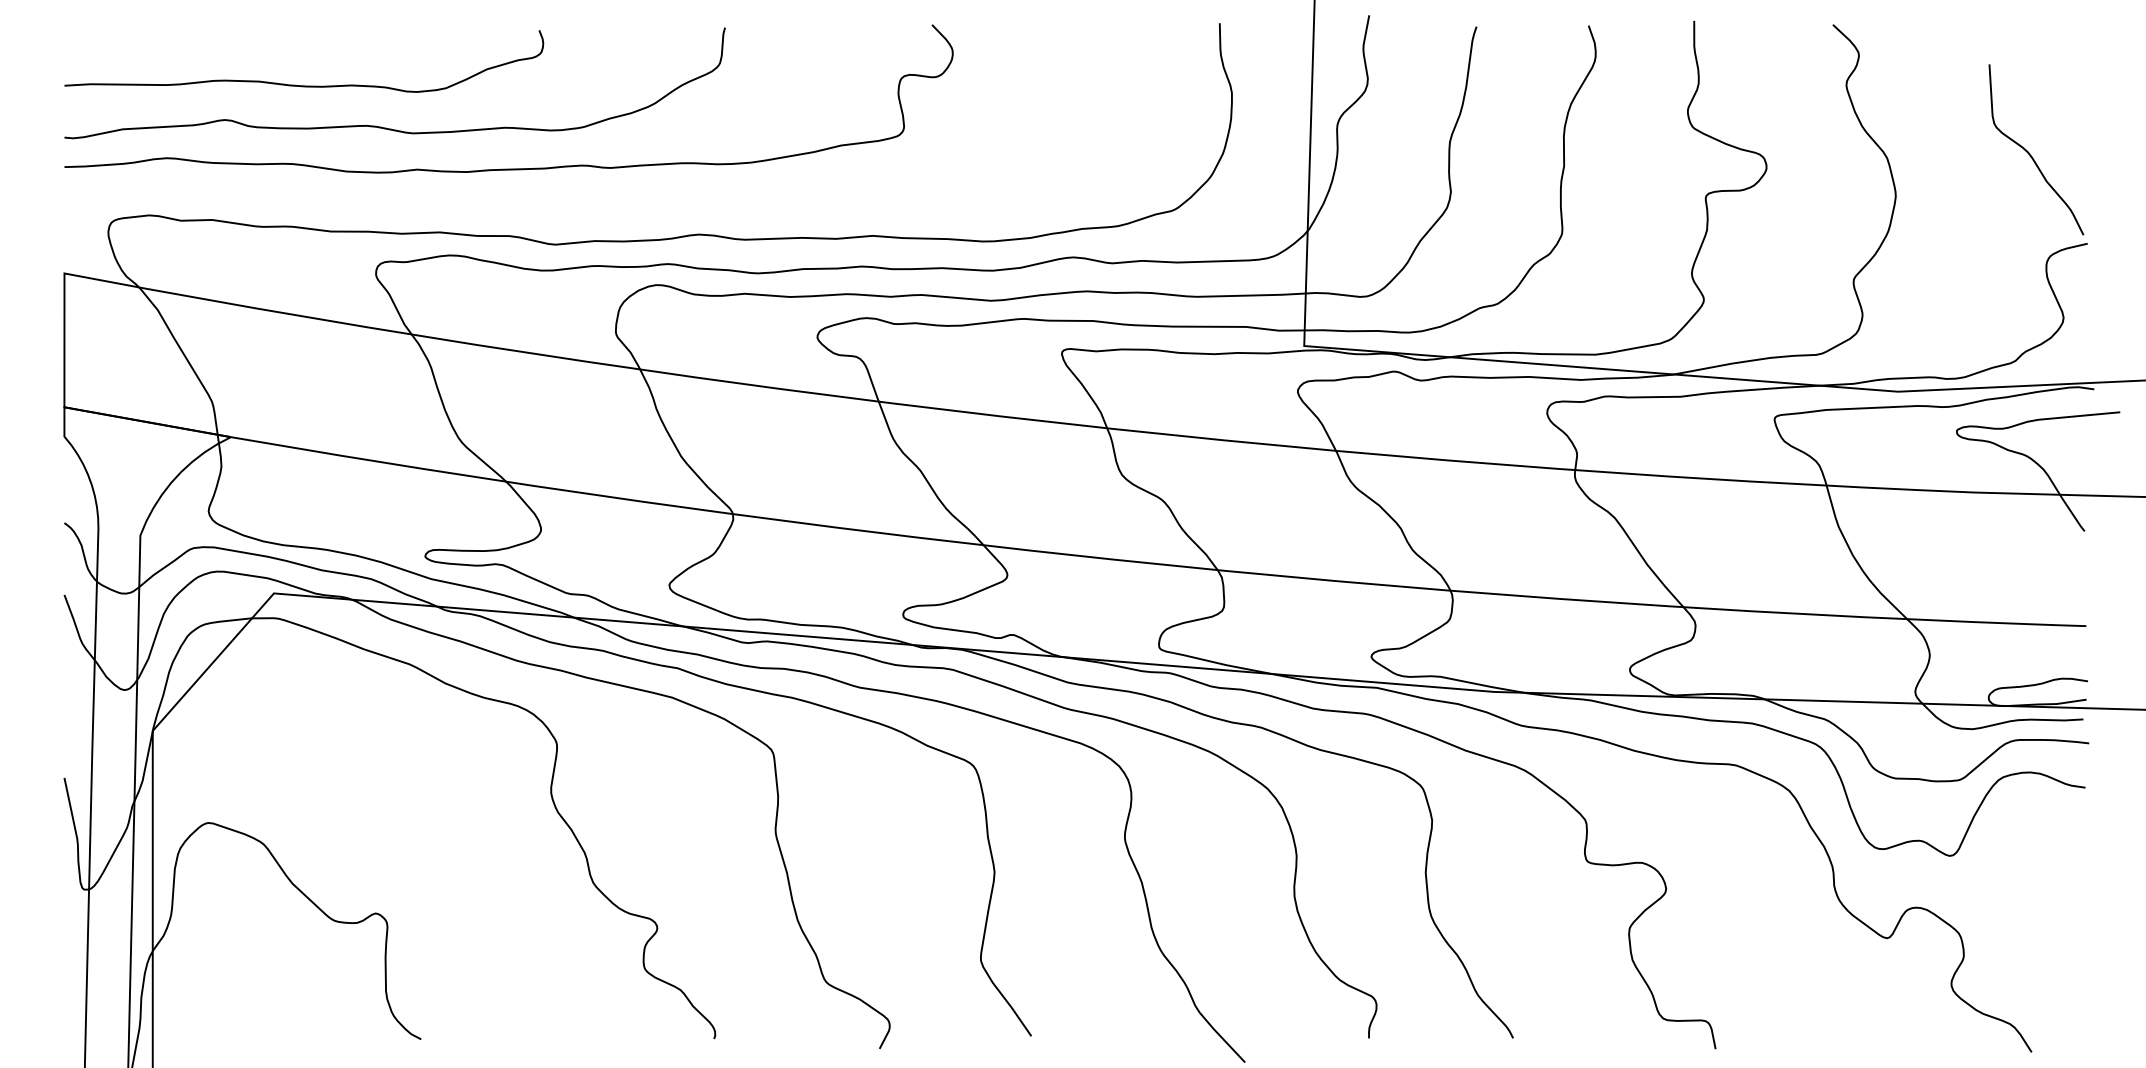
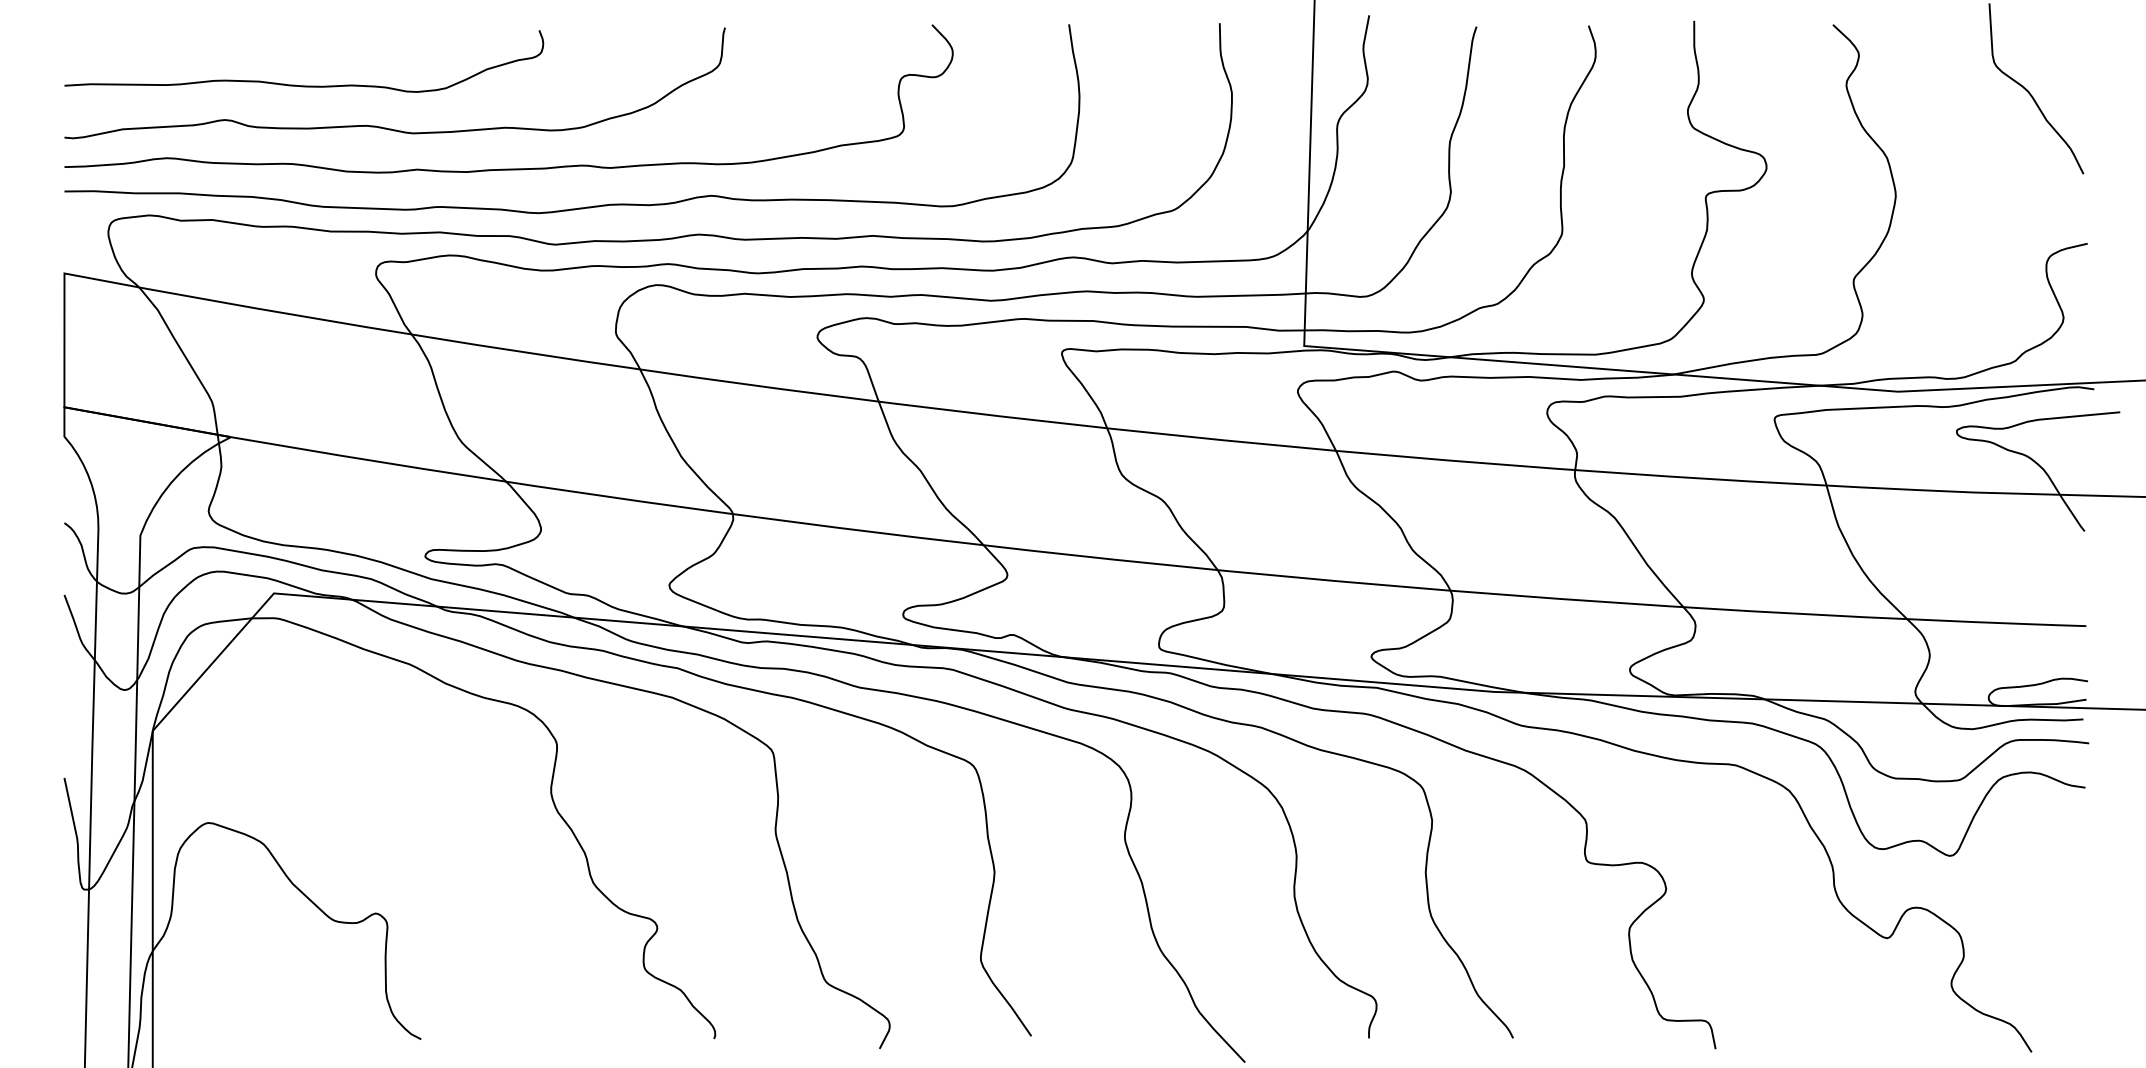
curve at (2030, 153) position: (2030, 153) -> (2030, 92)
curve at (586, 206): none -> present
